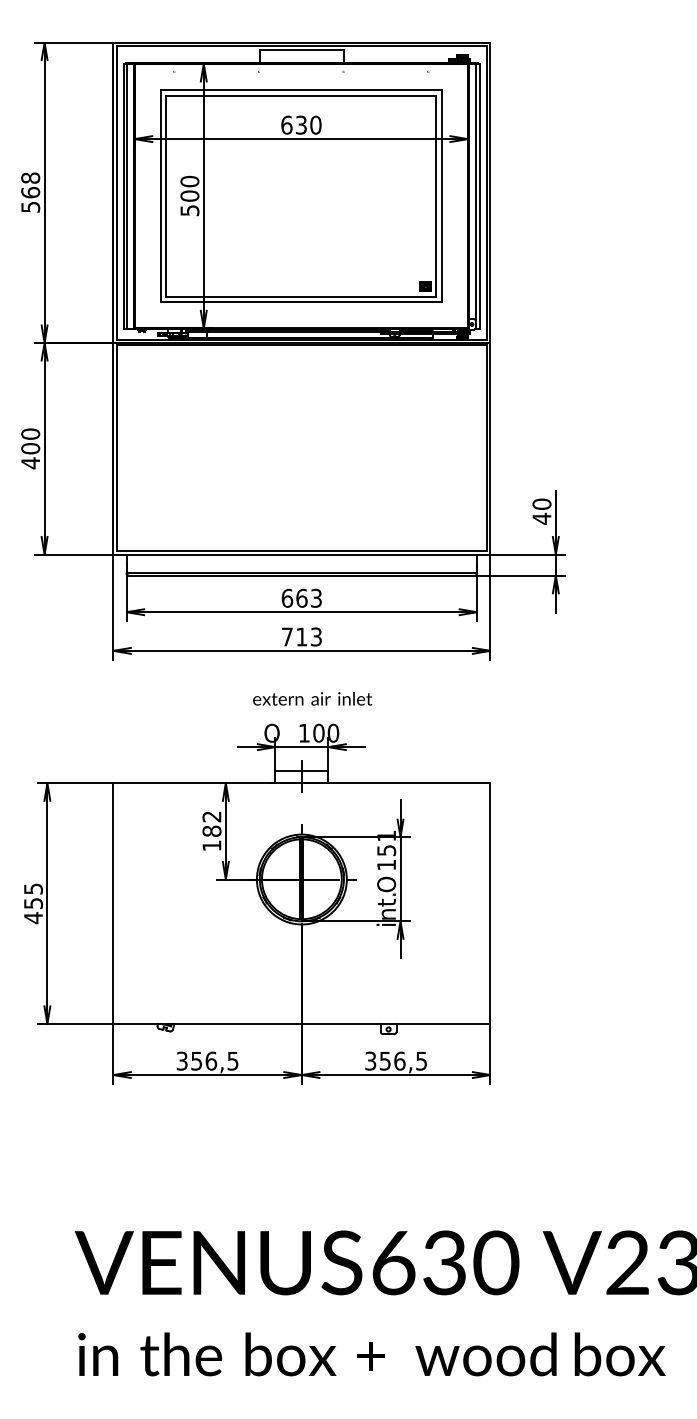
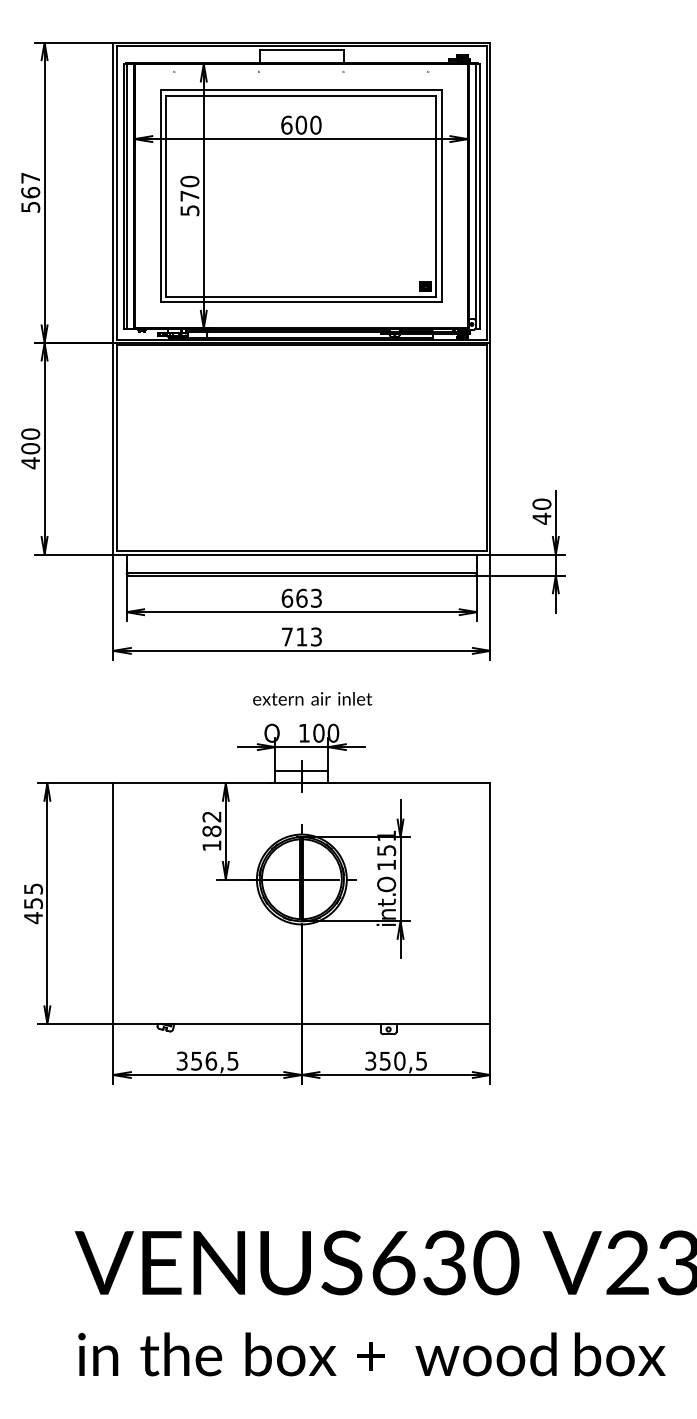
text at (301, 124): 630 -> 600
text at (30, 177): 568 -> 567
text at (189, 195): 500 -> 570
text at (399, 1060): 356,5 -> 350,5
